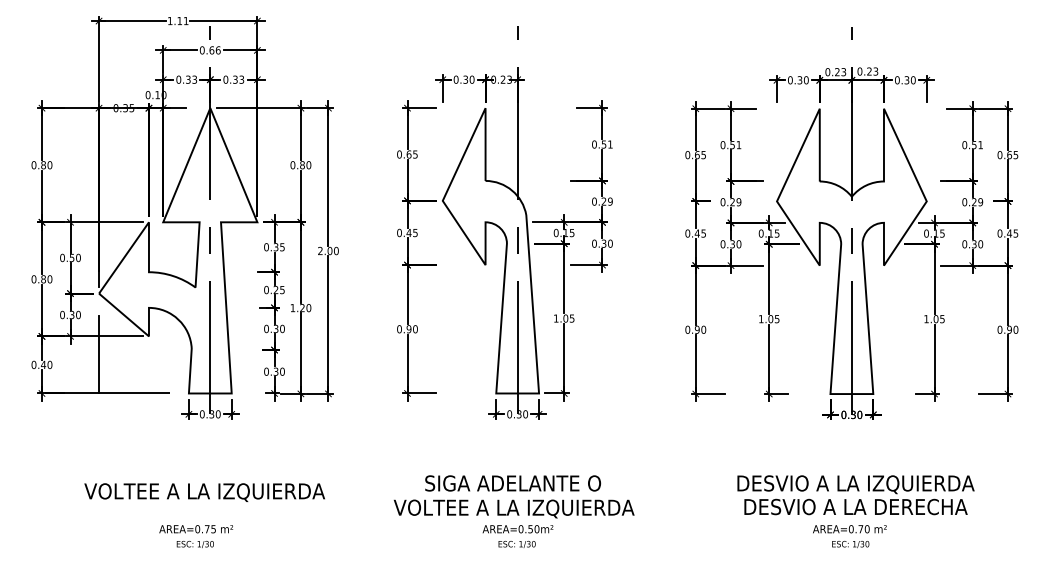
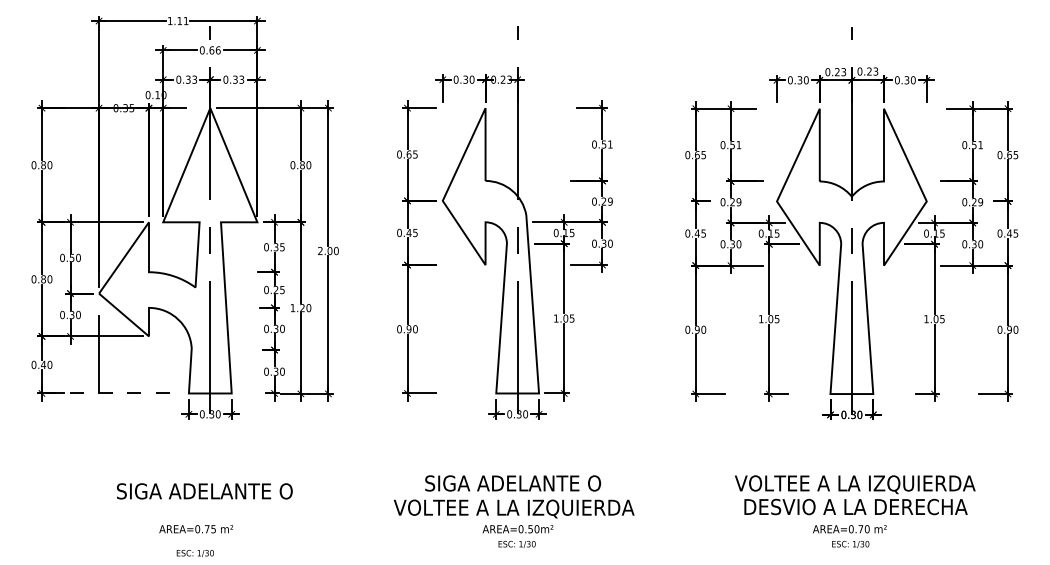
line at (106, 393): solid -> dashed
text at (854, 484): DESVIO A LA IZQUIERDA -> VOLTEE A LA IZQUIERDA
text at (204, 492): VOLTEE A LA IZQUIERDA -> SIGA ADELANTE O
text at (194, 544) position: (194, 544) -> (194, 553)
